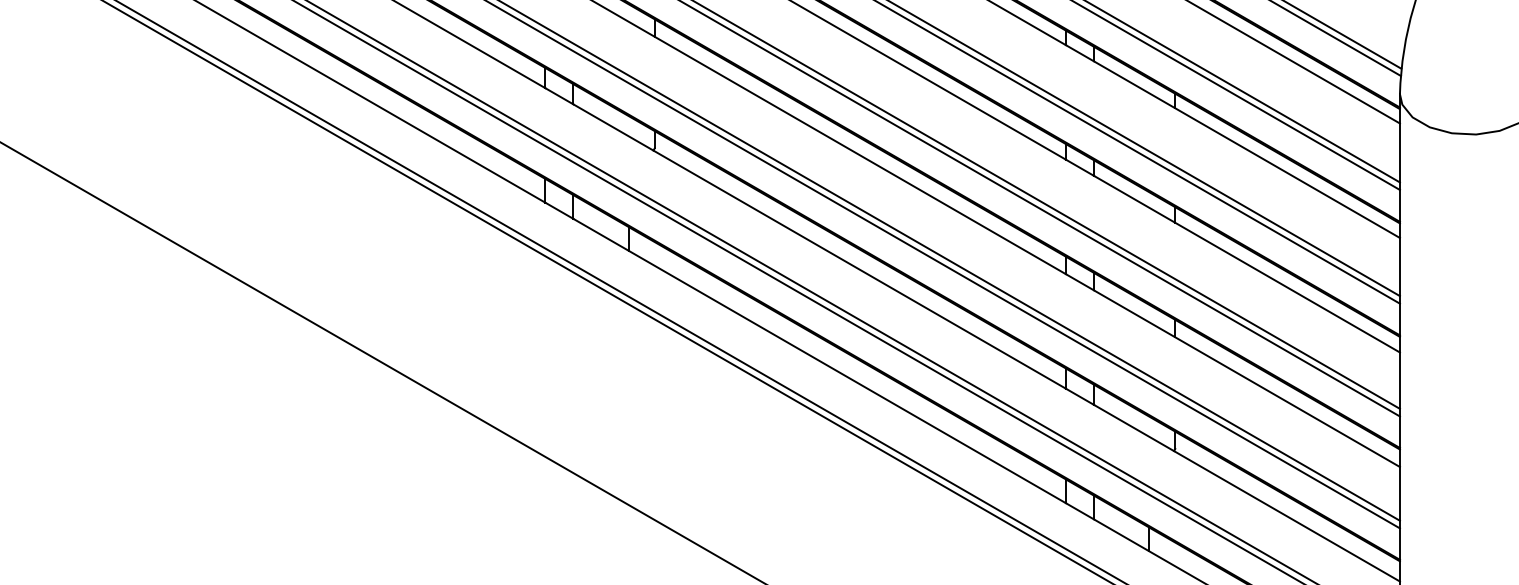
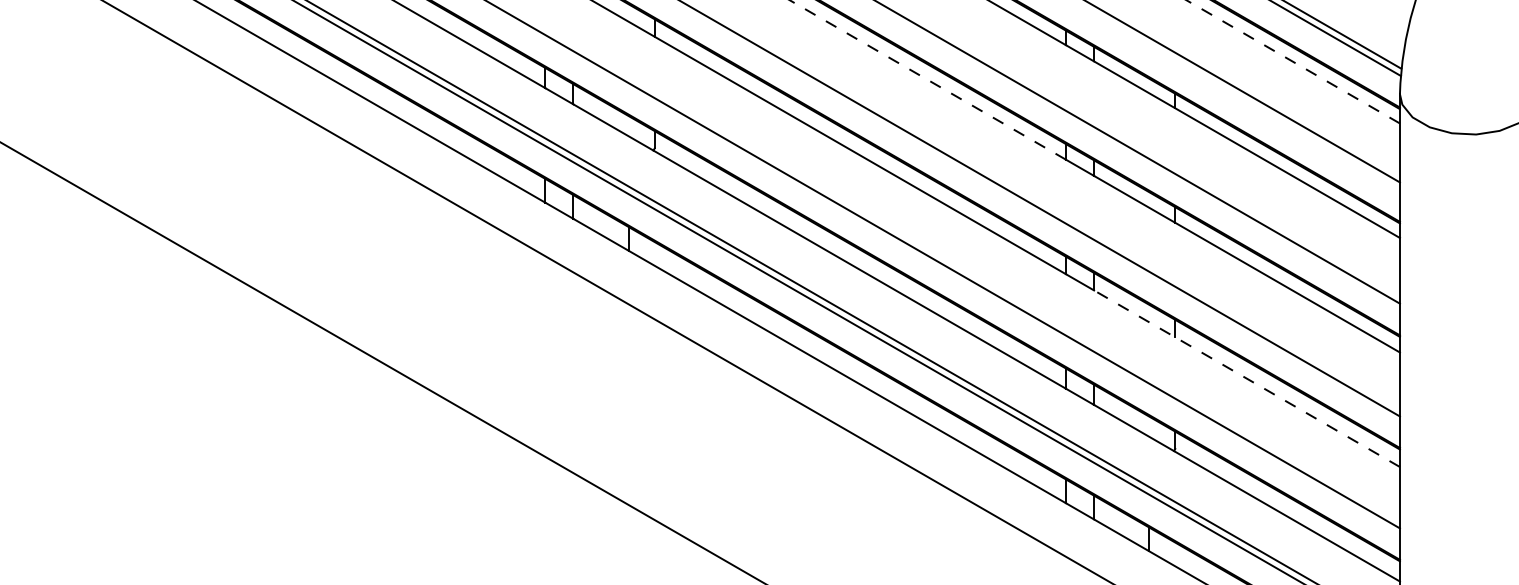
line at (1292, 61): solid -> dashed
line at (927, 79): solid -> dashed
line at (1237, 95): present -> none
line at (1144, 149): present -> none
line at (1047, 205): present -> none
line at (950, 261): present -> none
line at (620, 291): present -> none
line at (1247, 378): solid -> dashed
